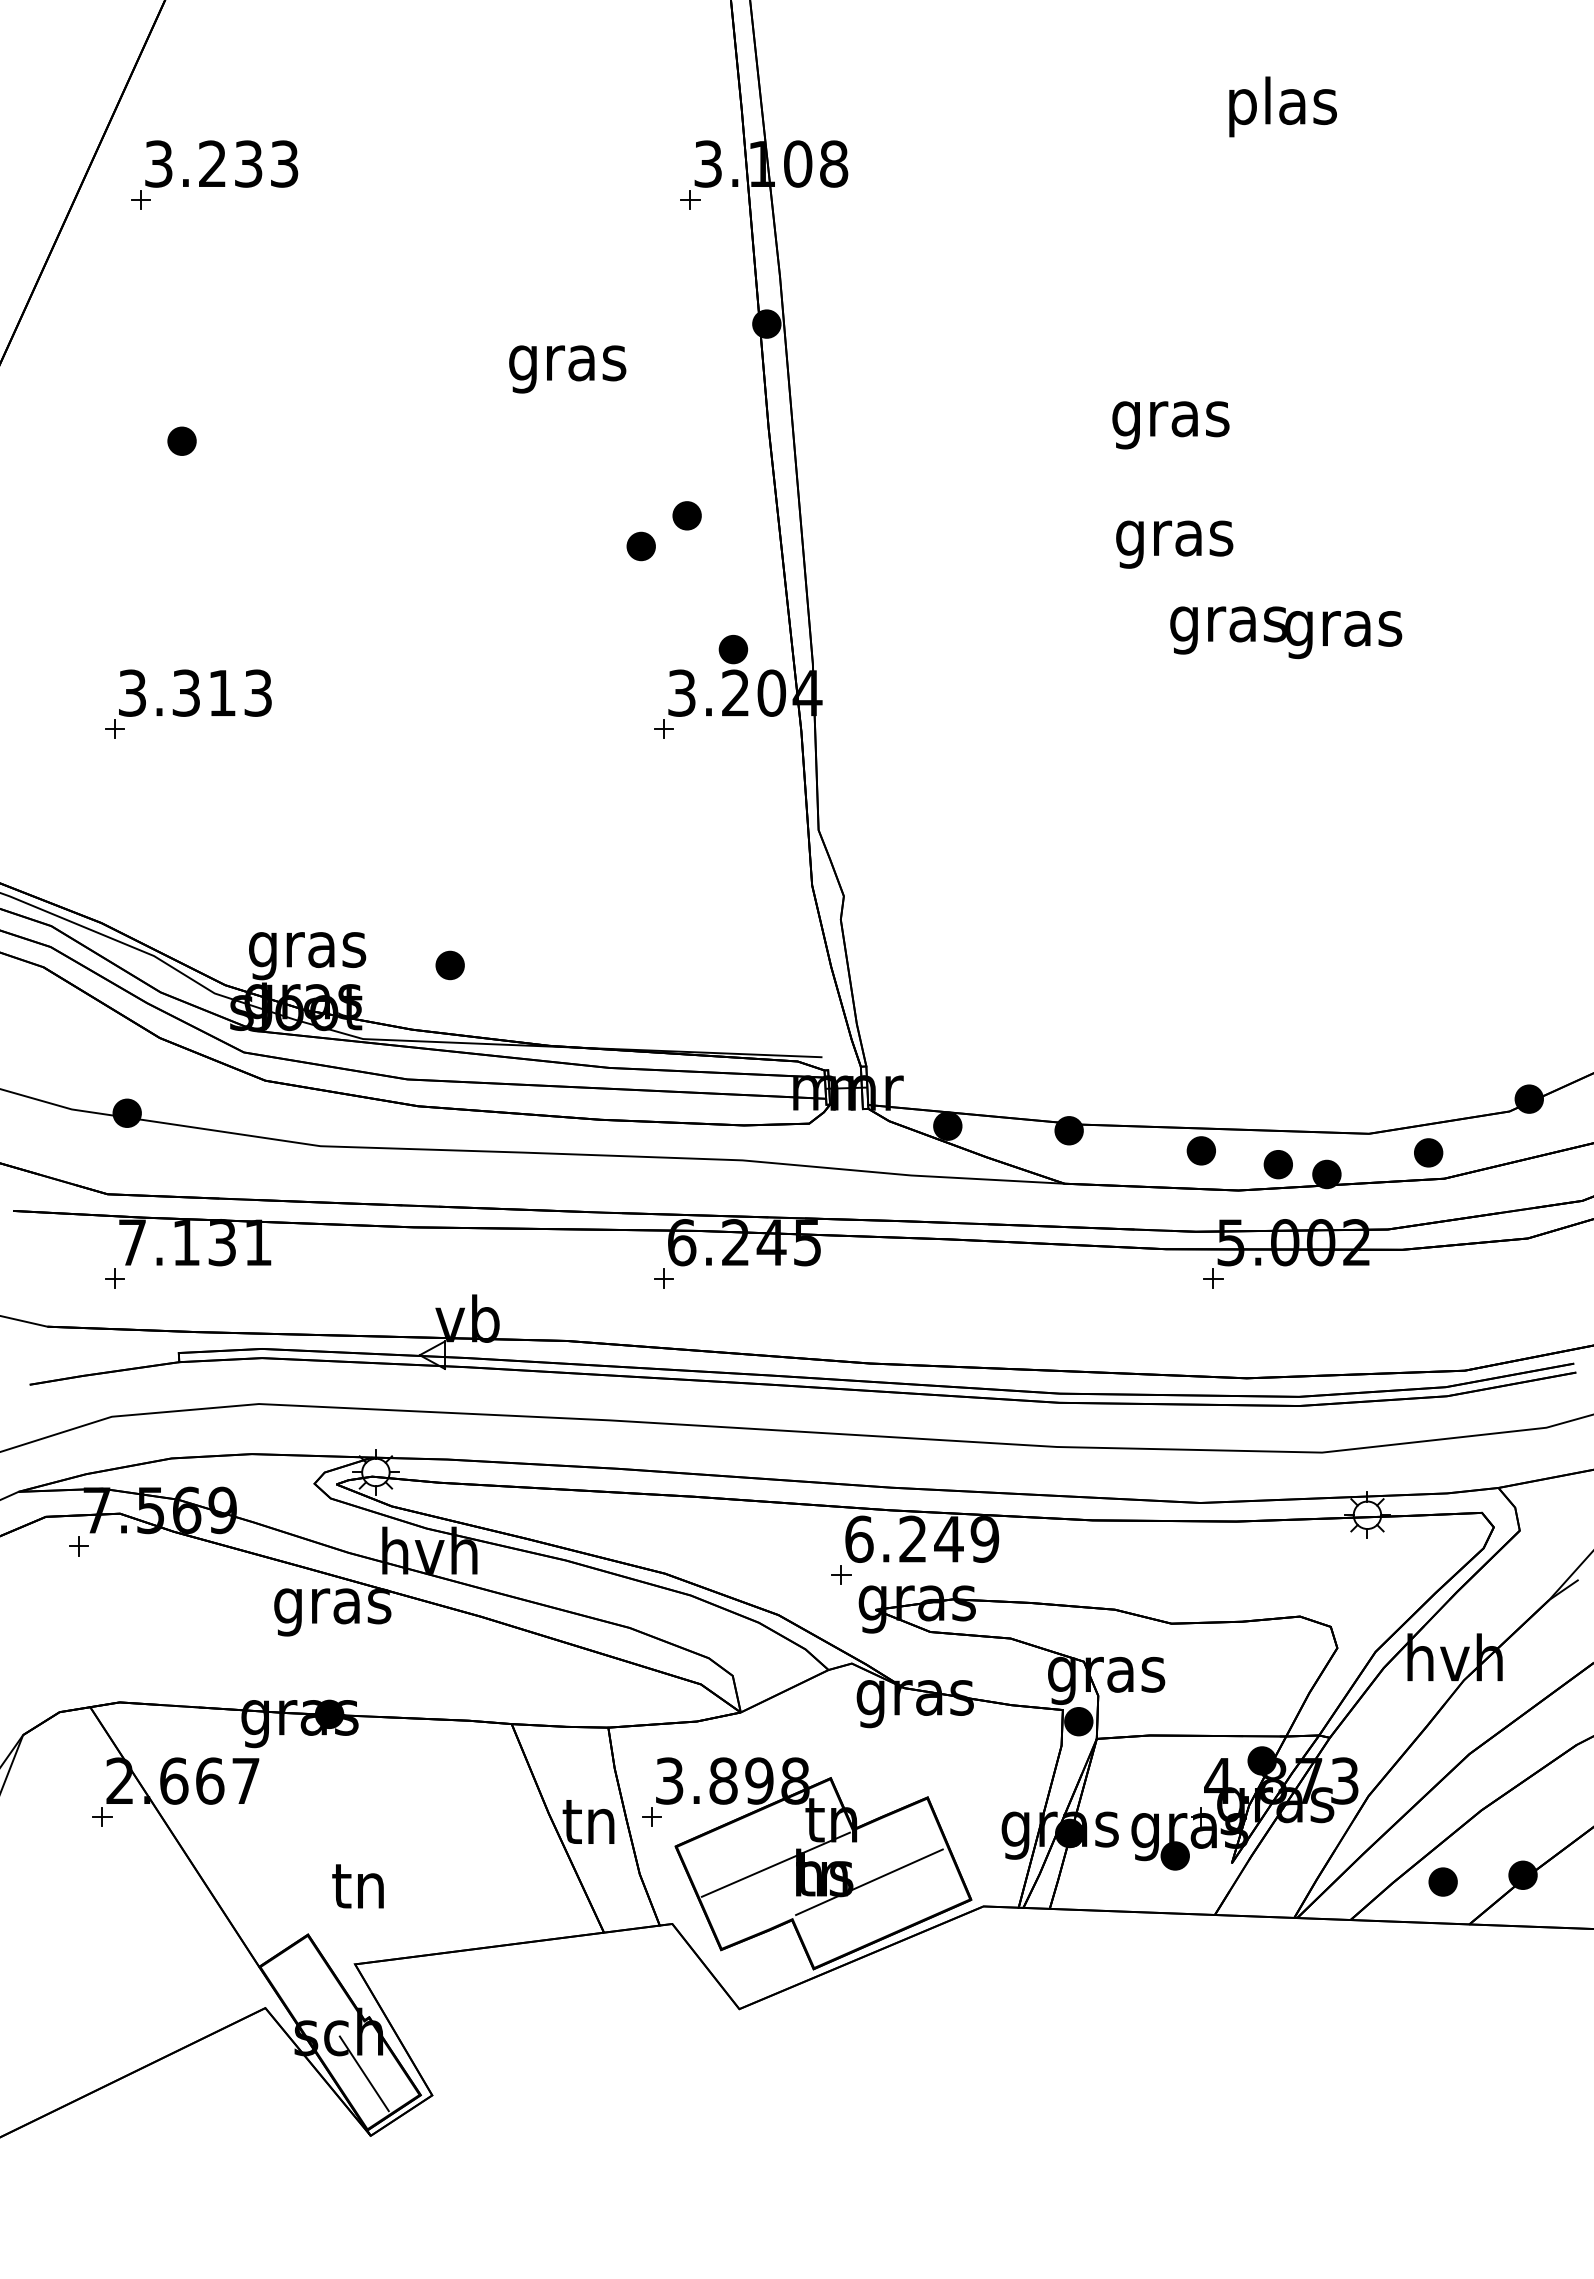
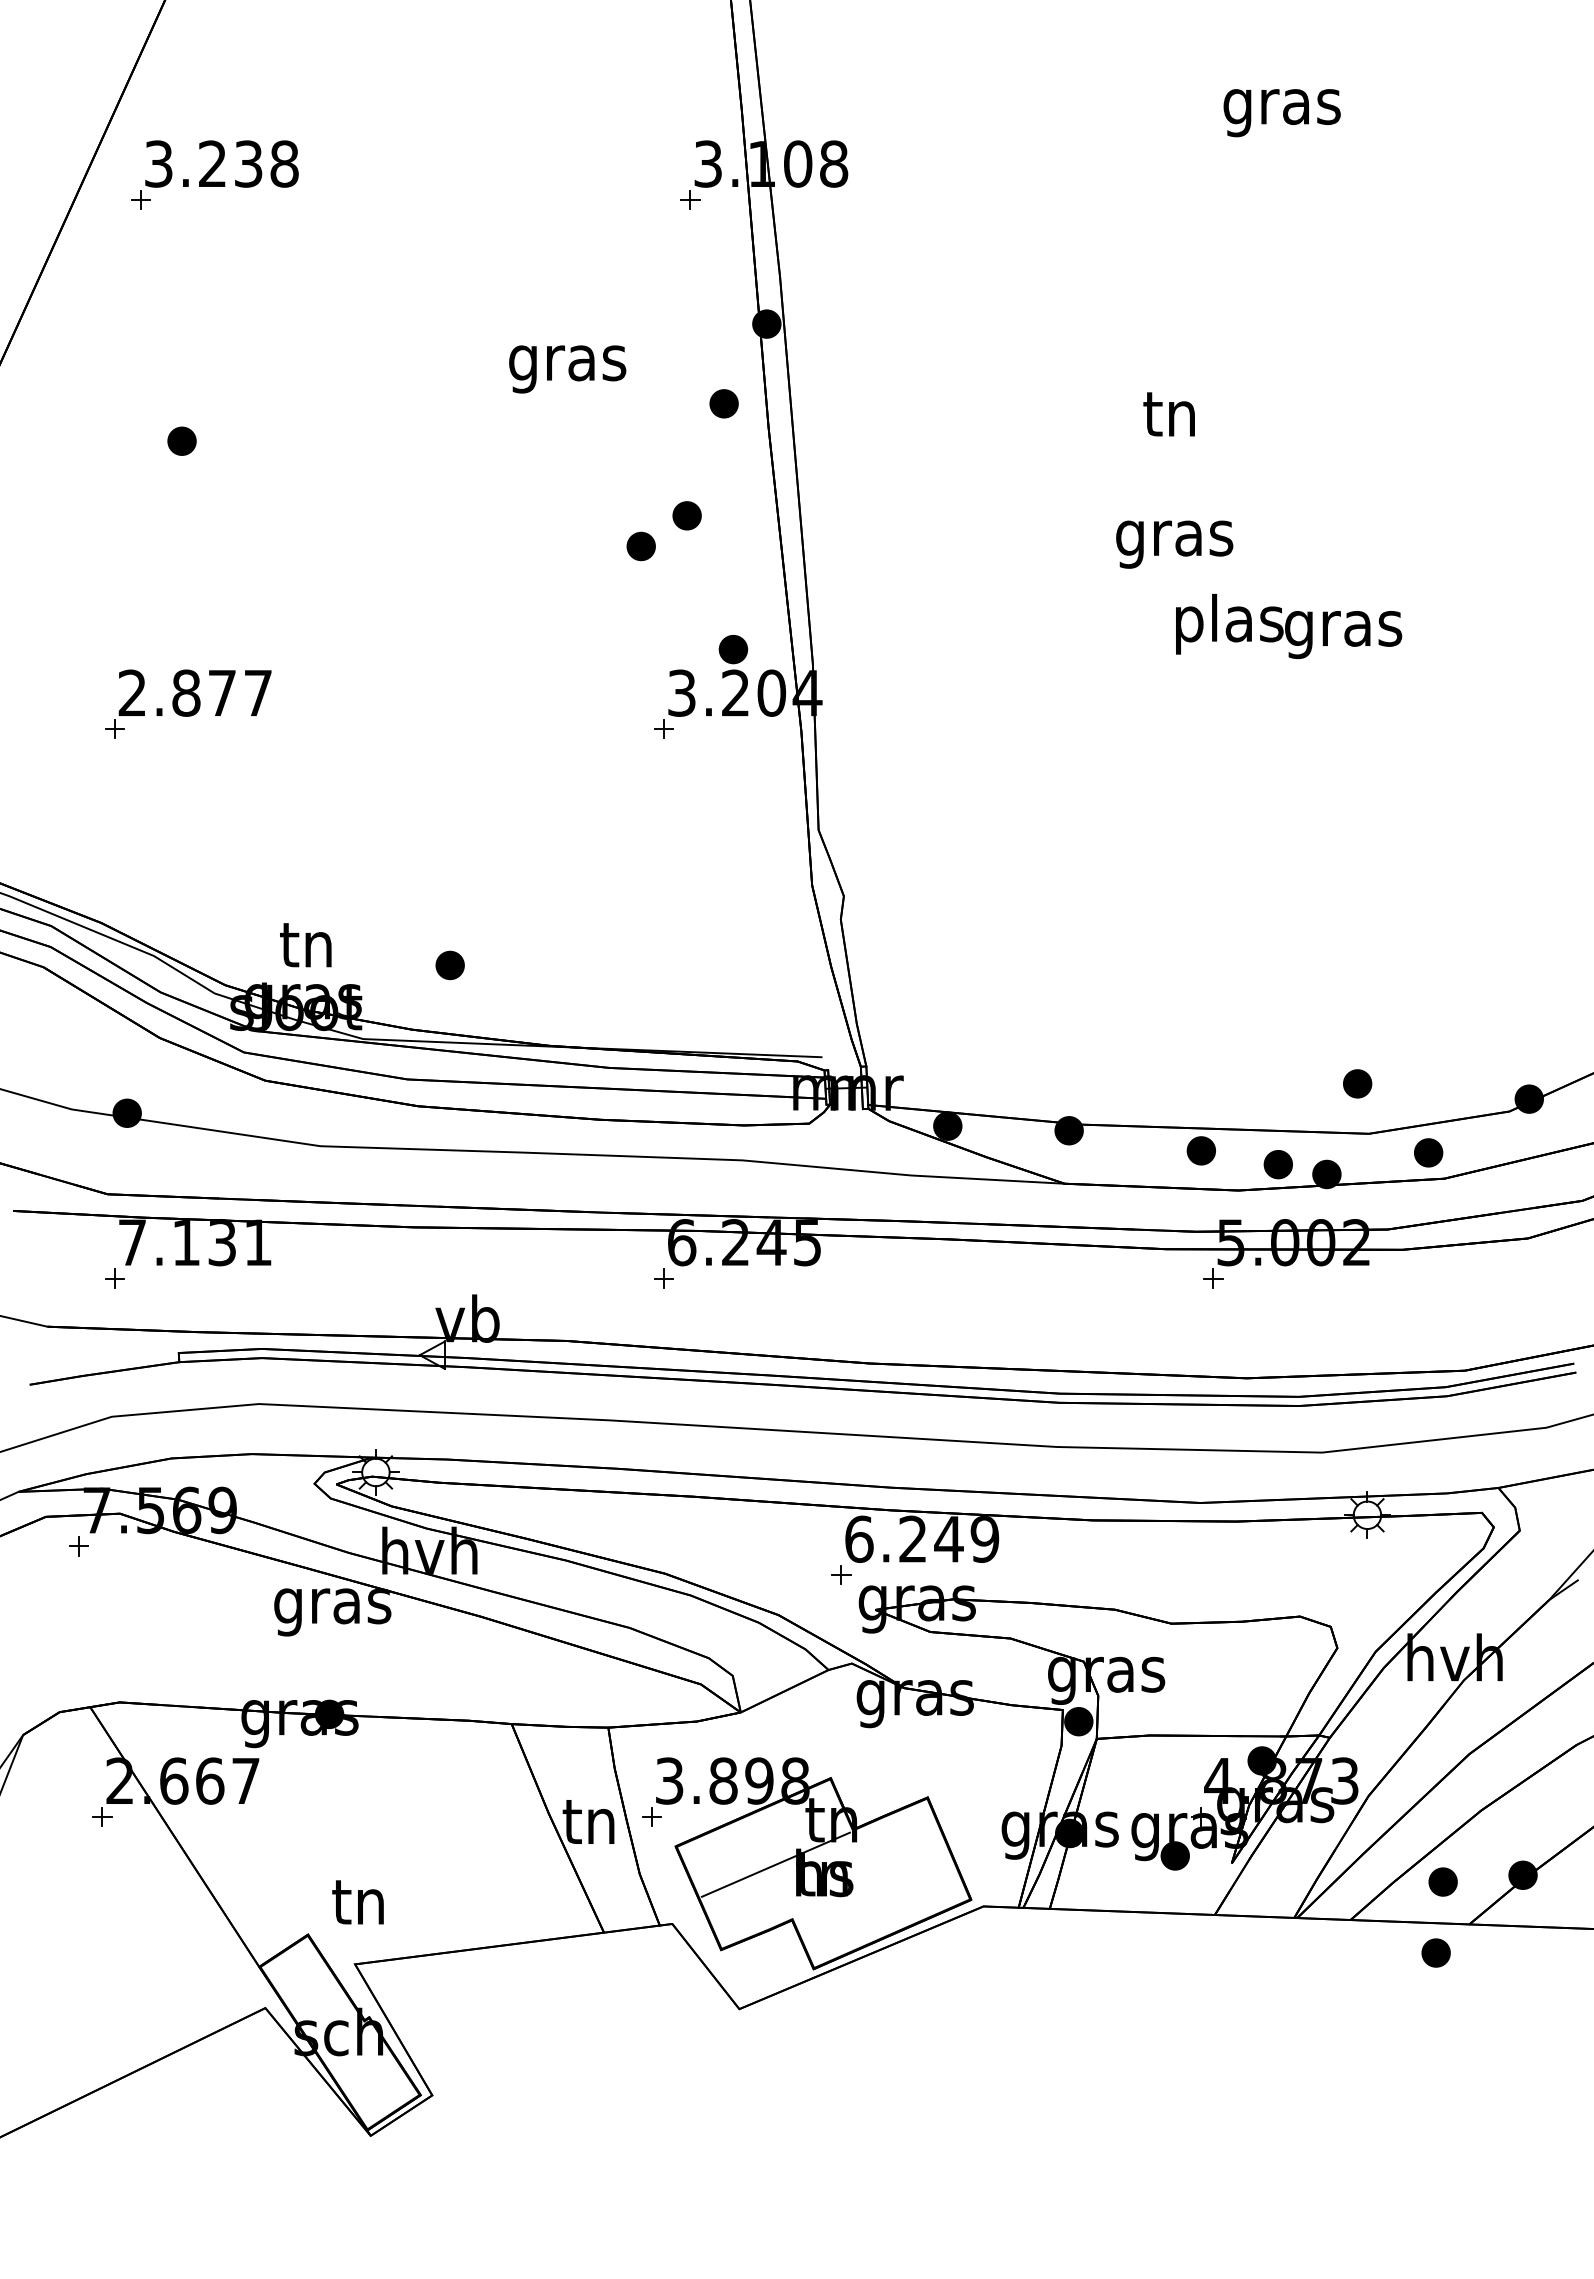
text at (1281, 106): plas -> gras
text at (284, 163): 3.233 -> 3.238
part at (723, 403): none -> present
text at (1170, 420): gras -> tn
text at (1227, 623): gras -> plas
text at (194, 692): 3.313 -> 2.877
text at (307, 951): gras -> tn
part at (1357, 1083): none -> present
line at (869, 1882): present -> none
text at (357, 1886) position: (357, 1886) -> (357, 1902)
part at (1435, 1952): none -> present
line at (363, 2073): present -> none
